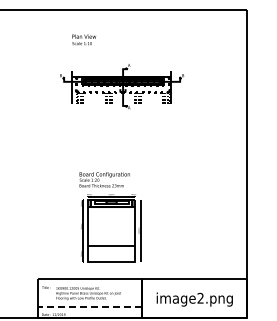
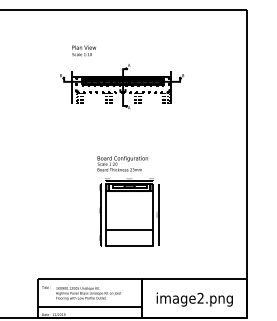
text at (83, 39) position: (83, 39) -> (83, 50)
part at (110, 217) position: (110, 217) -> (128, 201)
line at (89, 306): dashed -> solid
